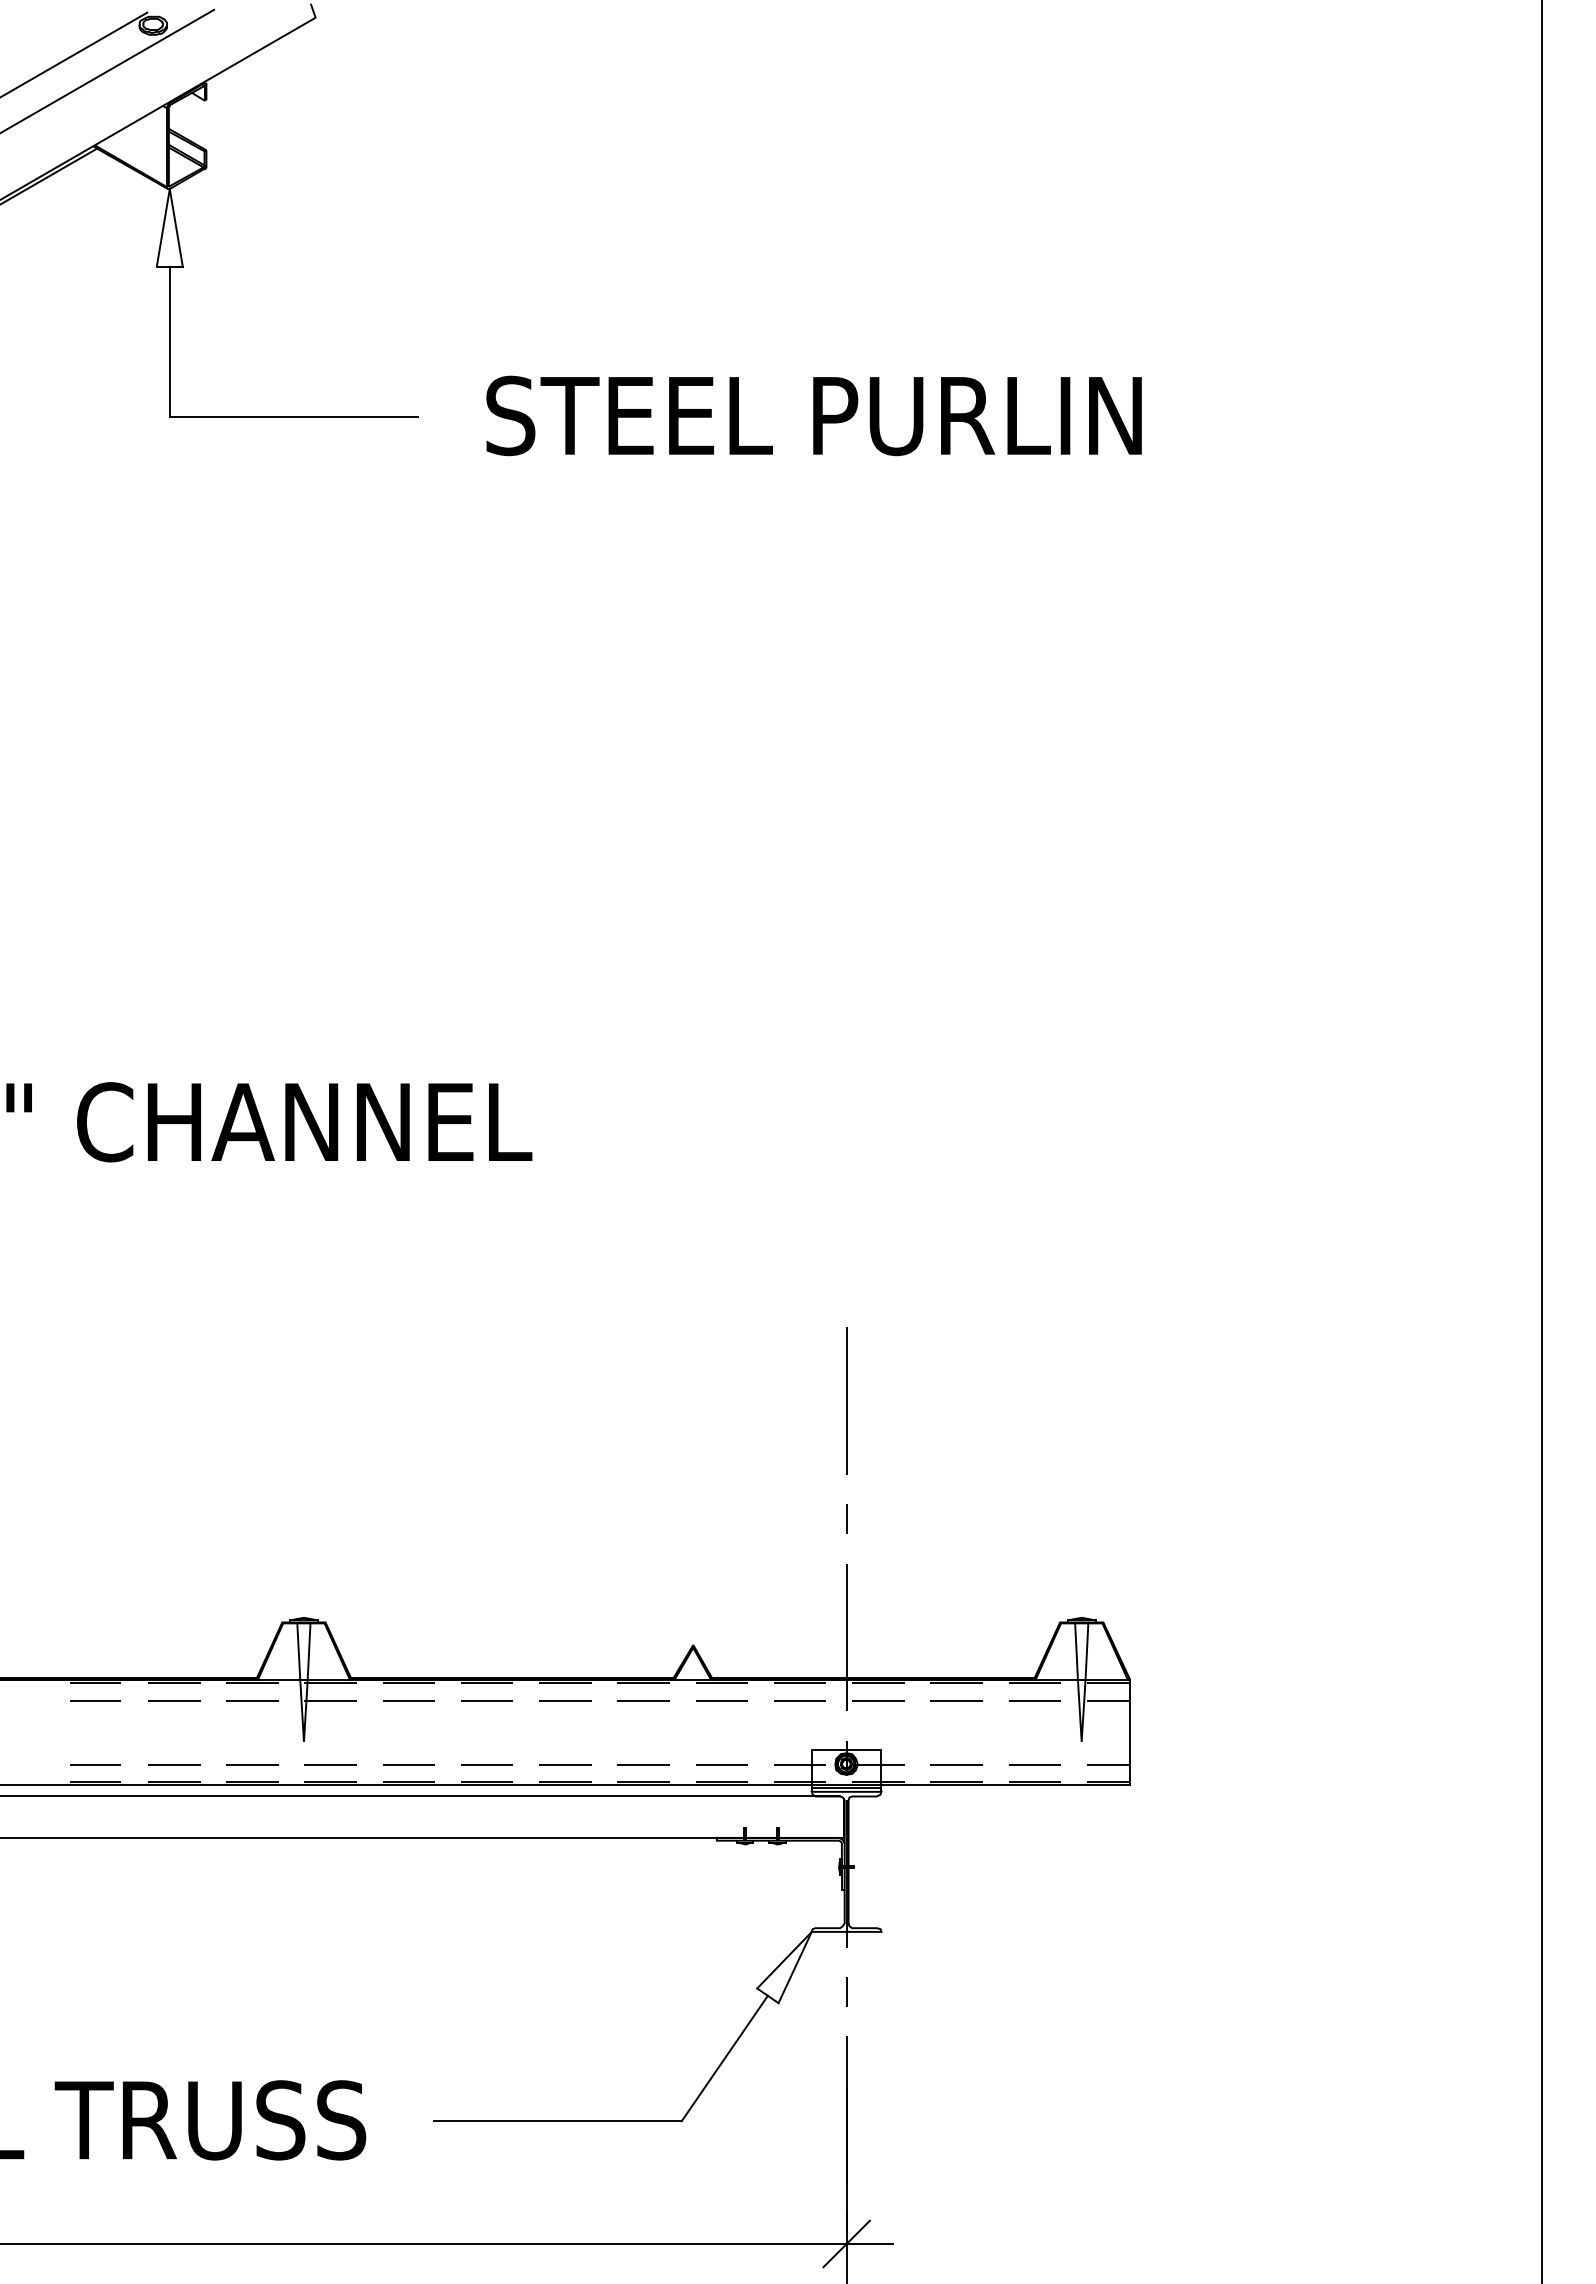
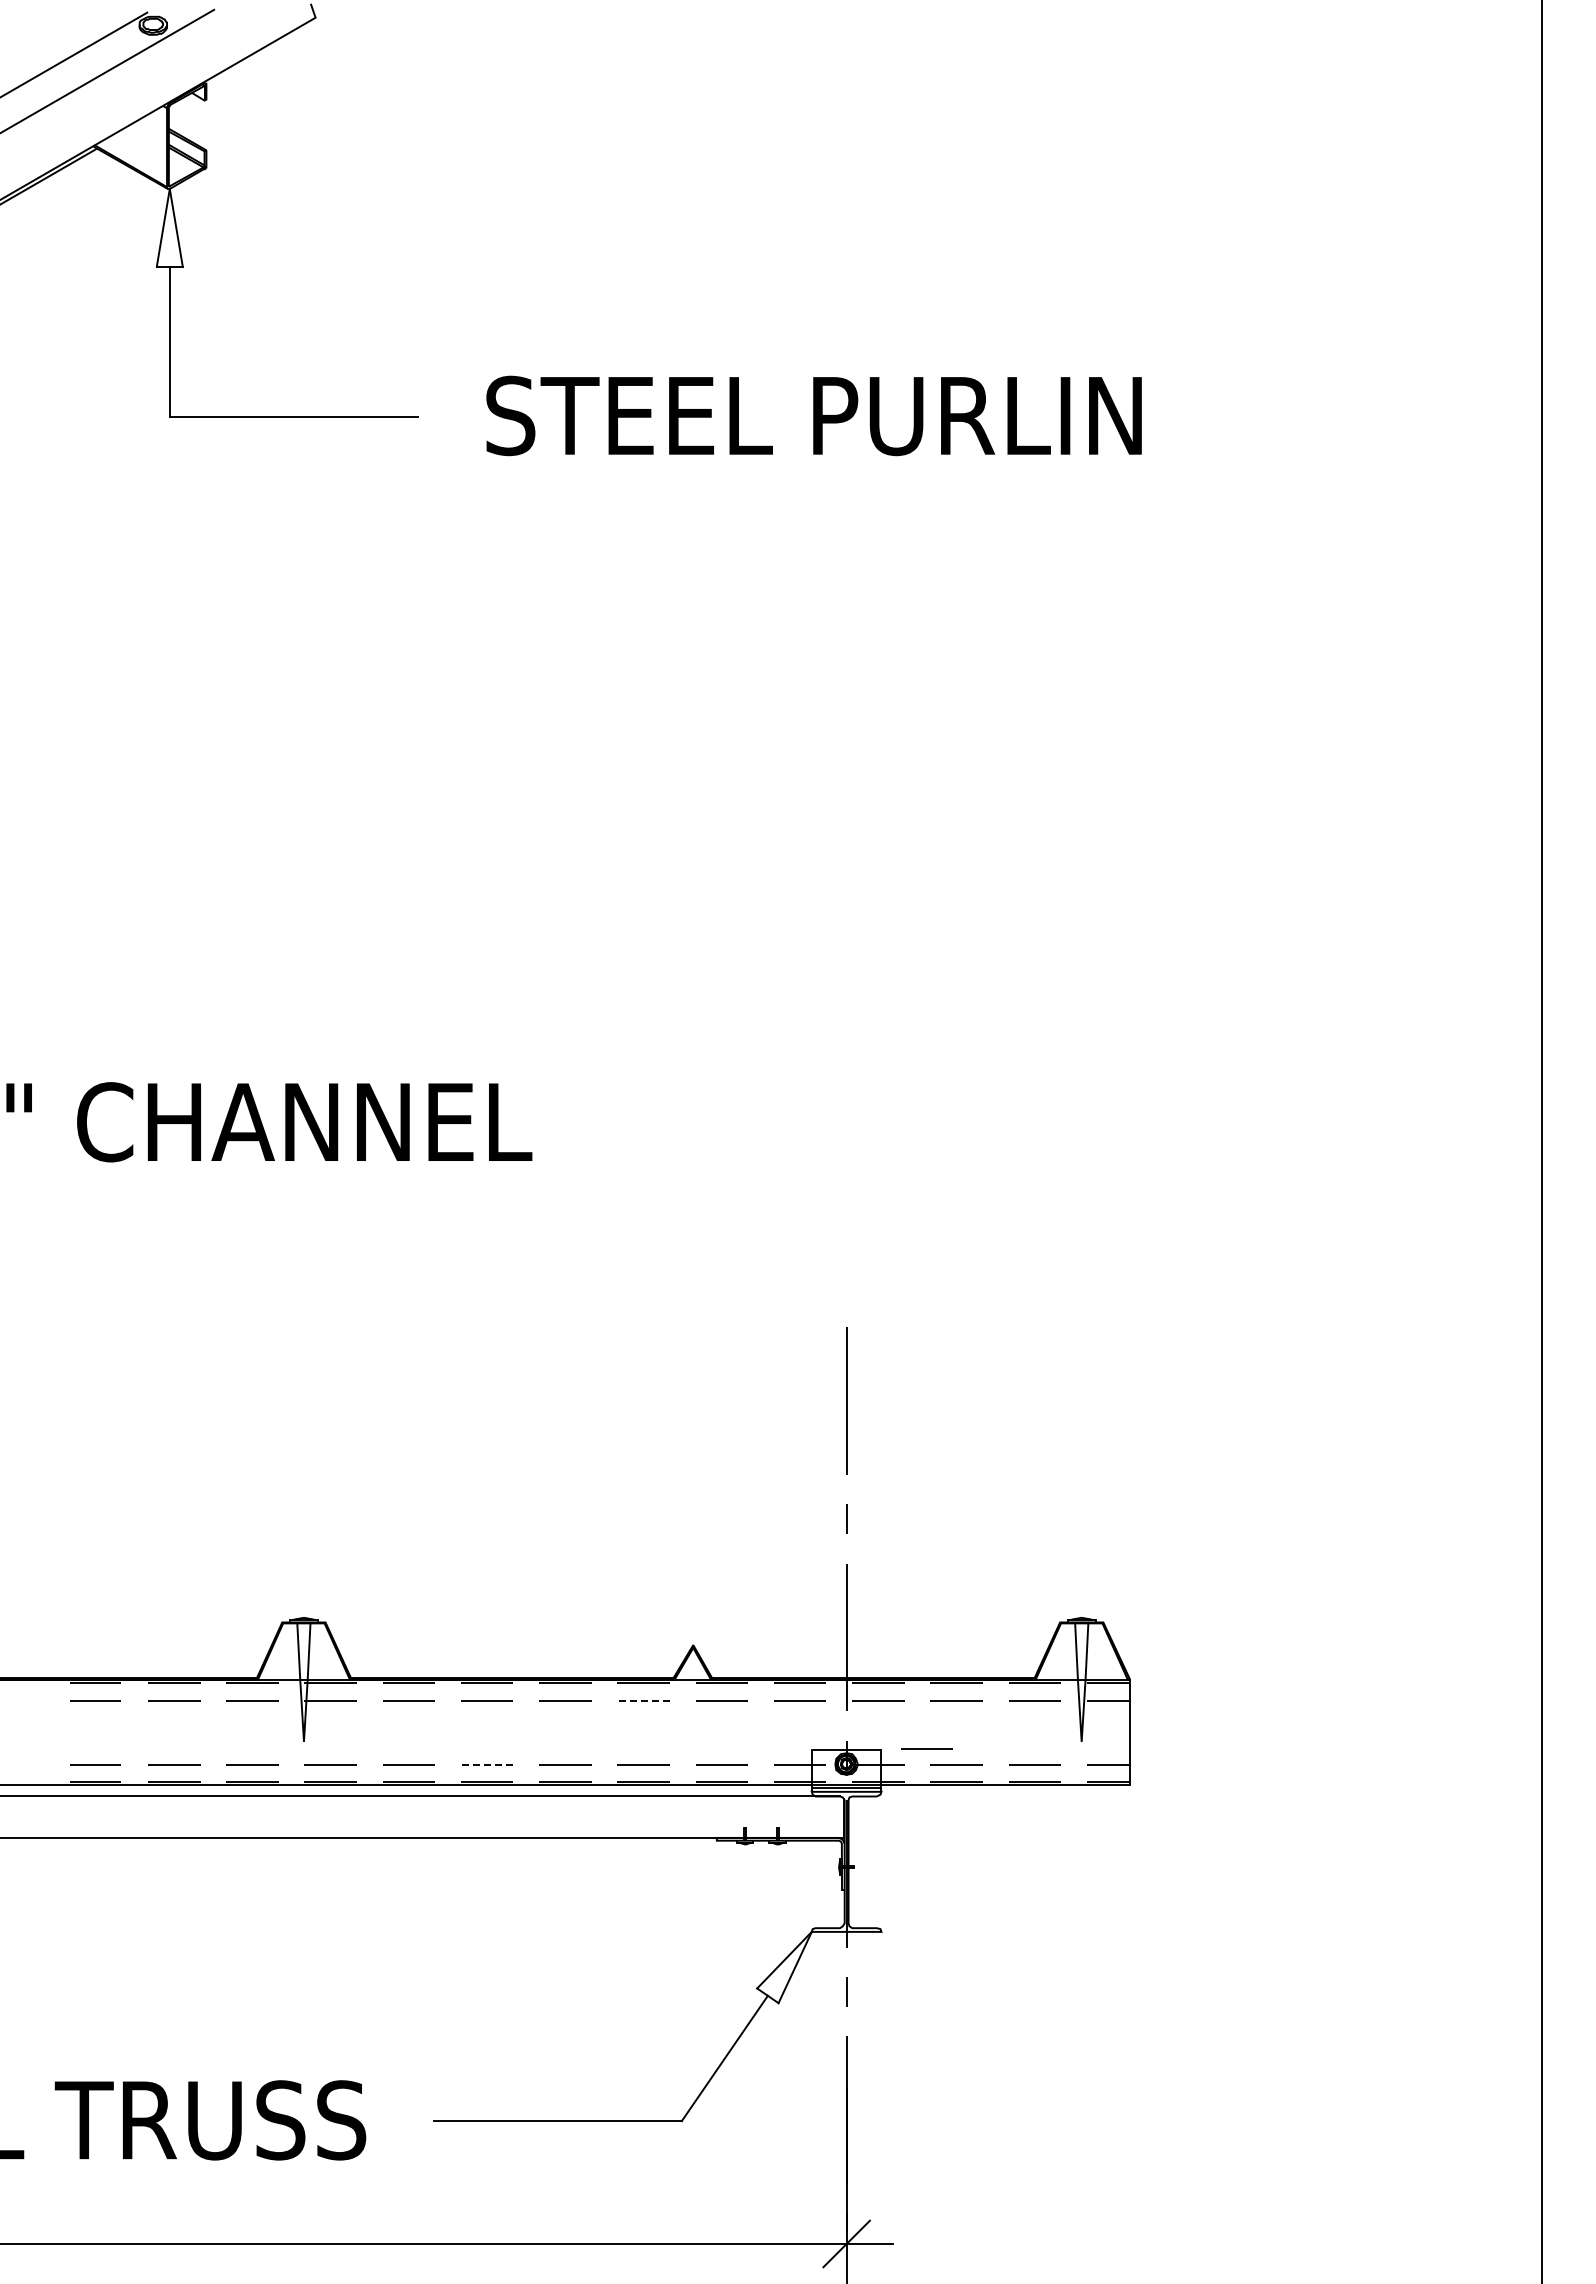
line at (643, 1701): solid -> dashed
line at (926, 1748): none -> present
line at (486, 1764): solid -> dashed
